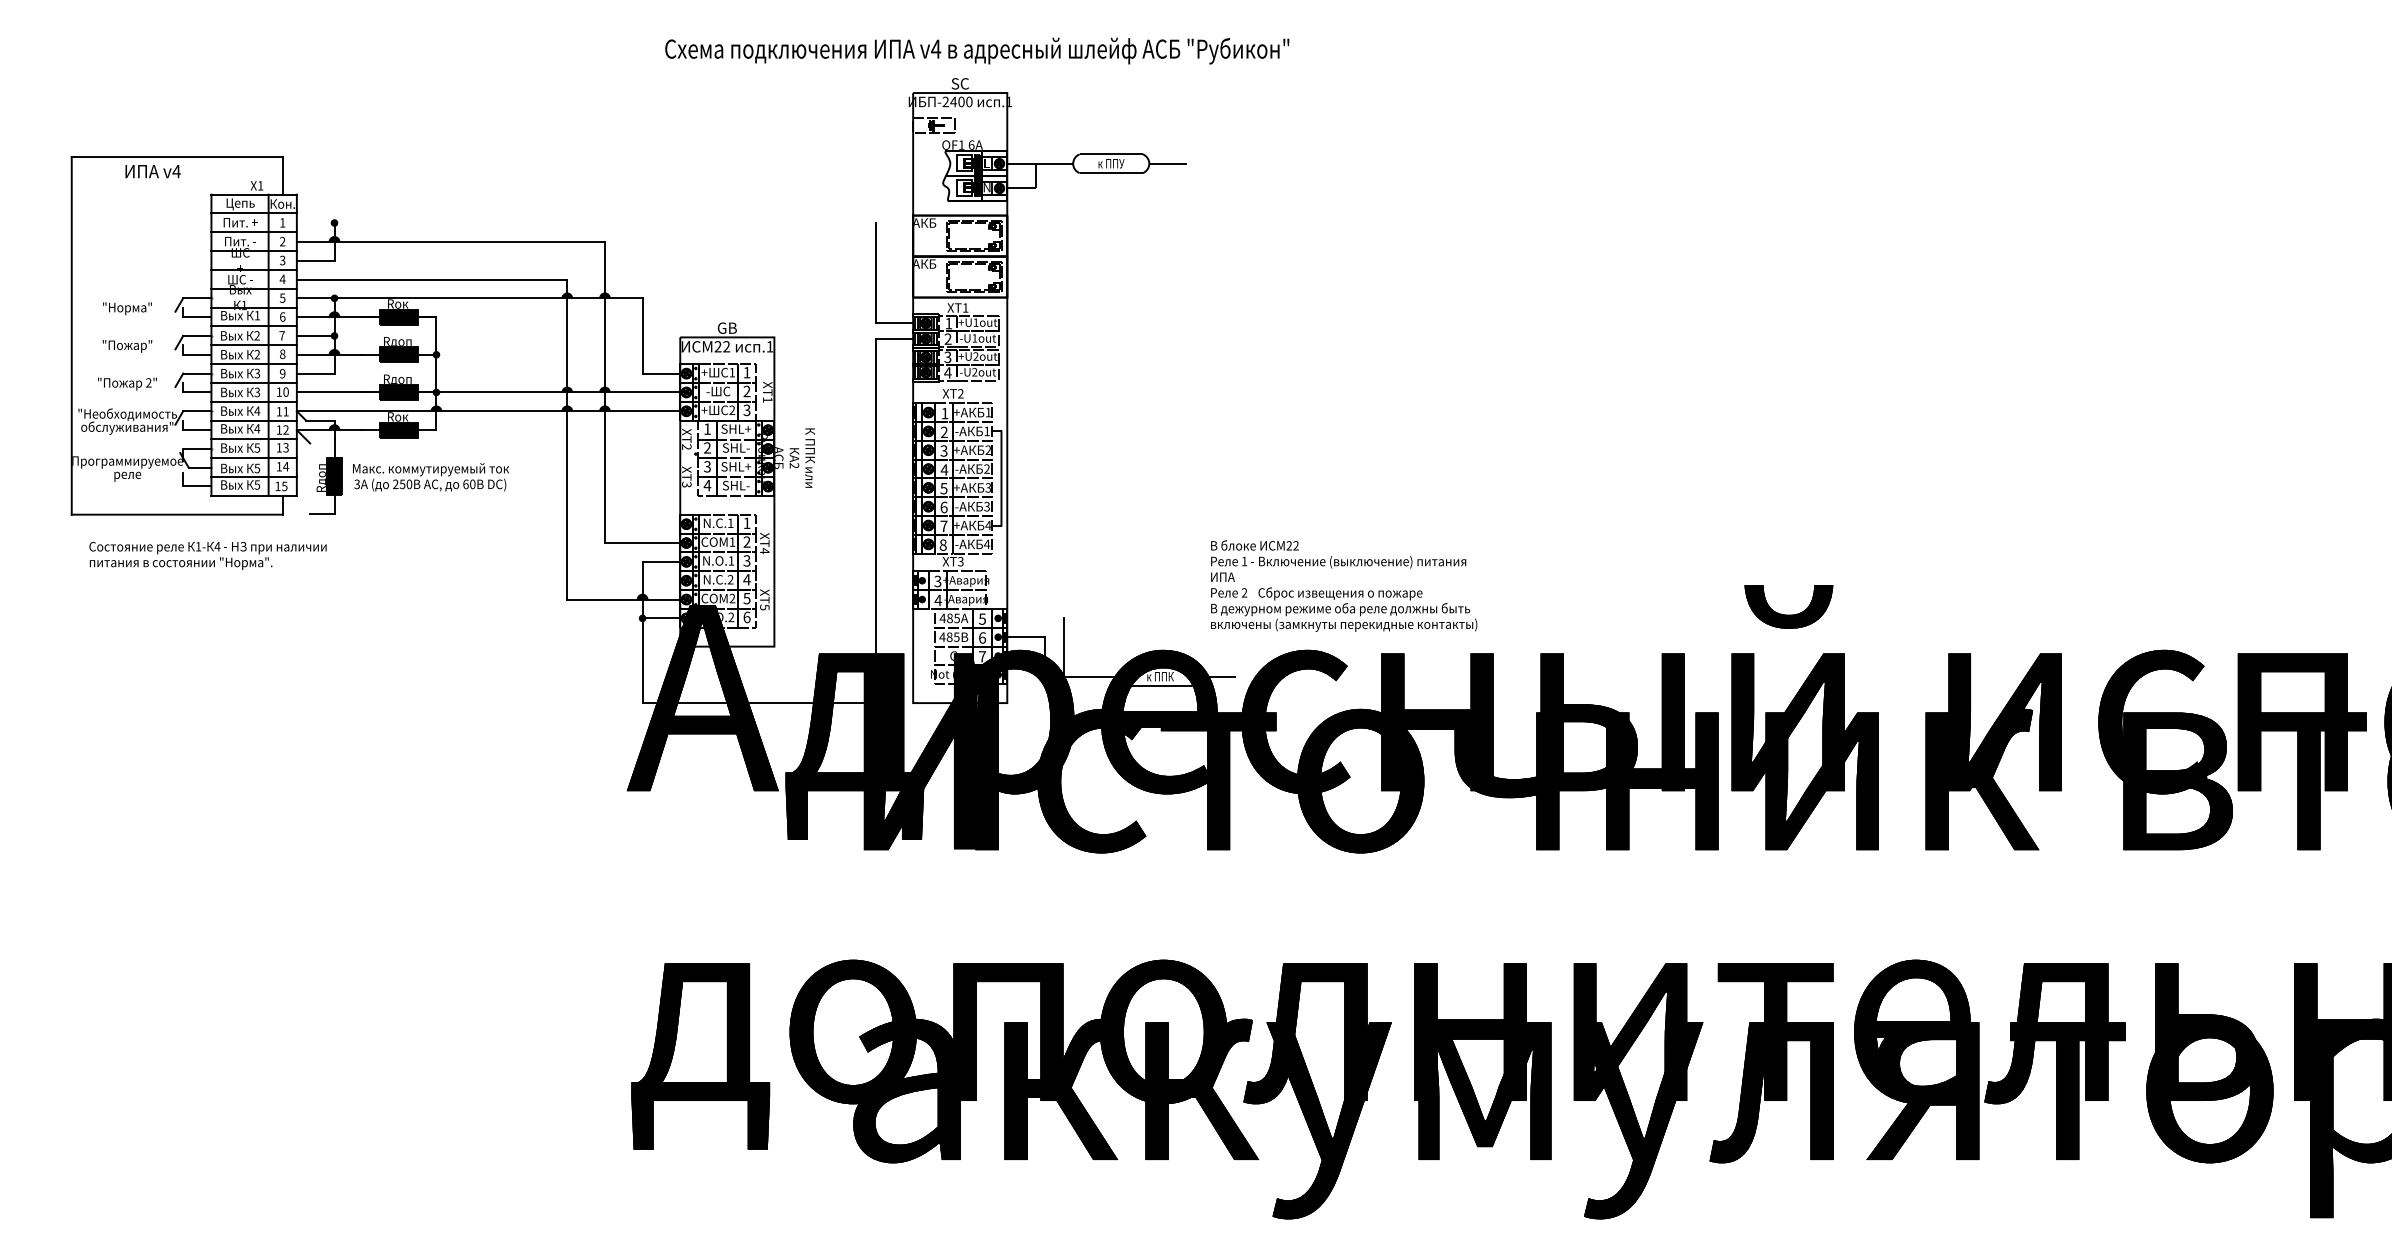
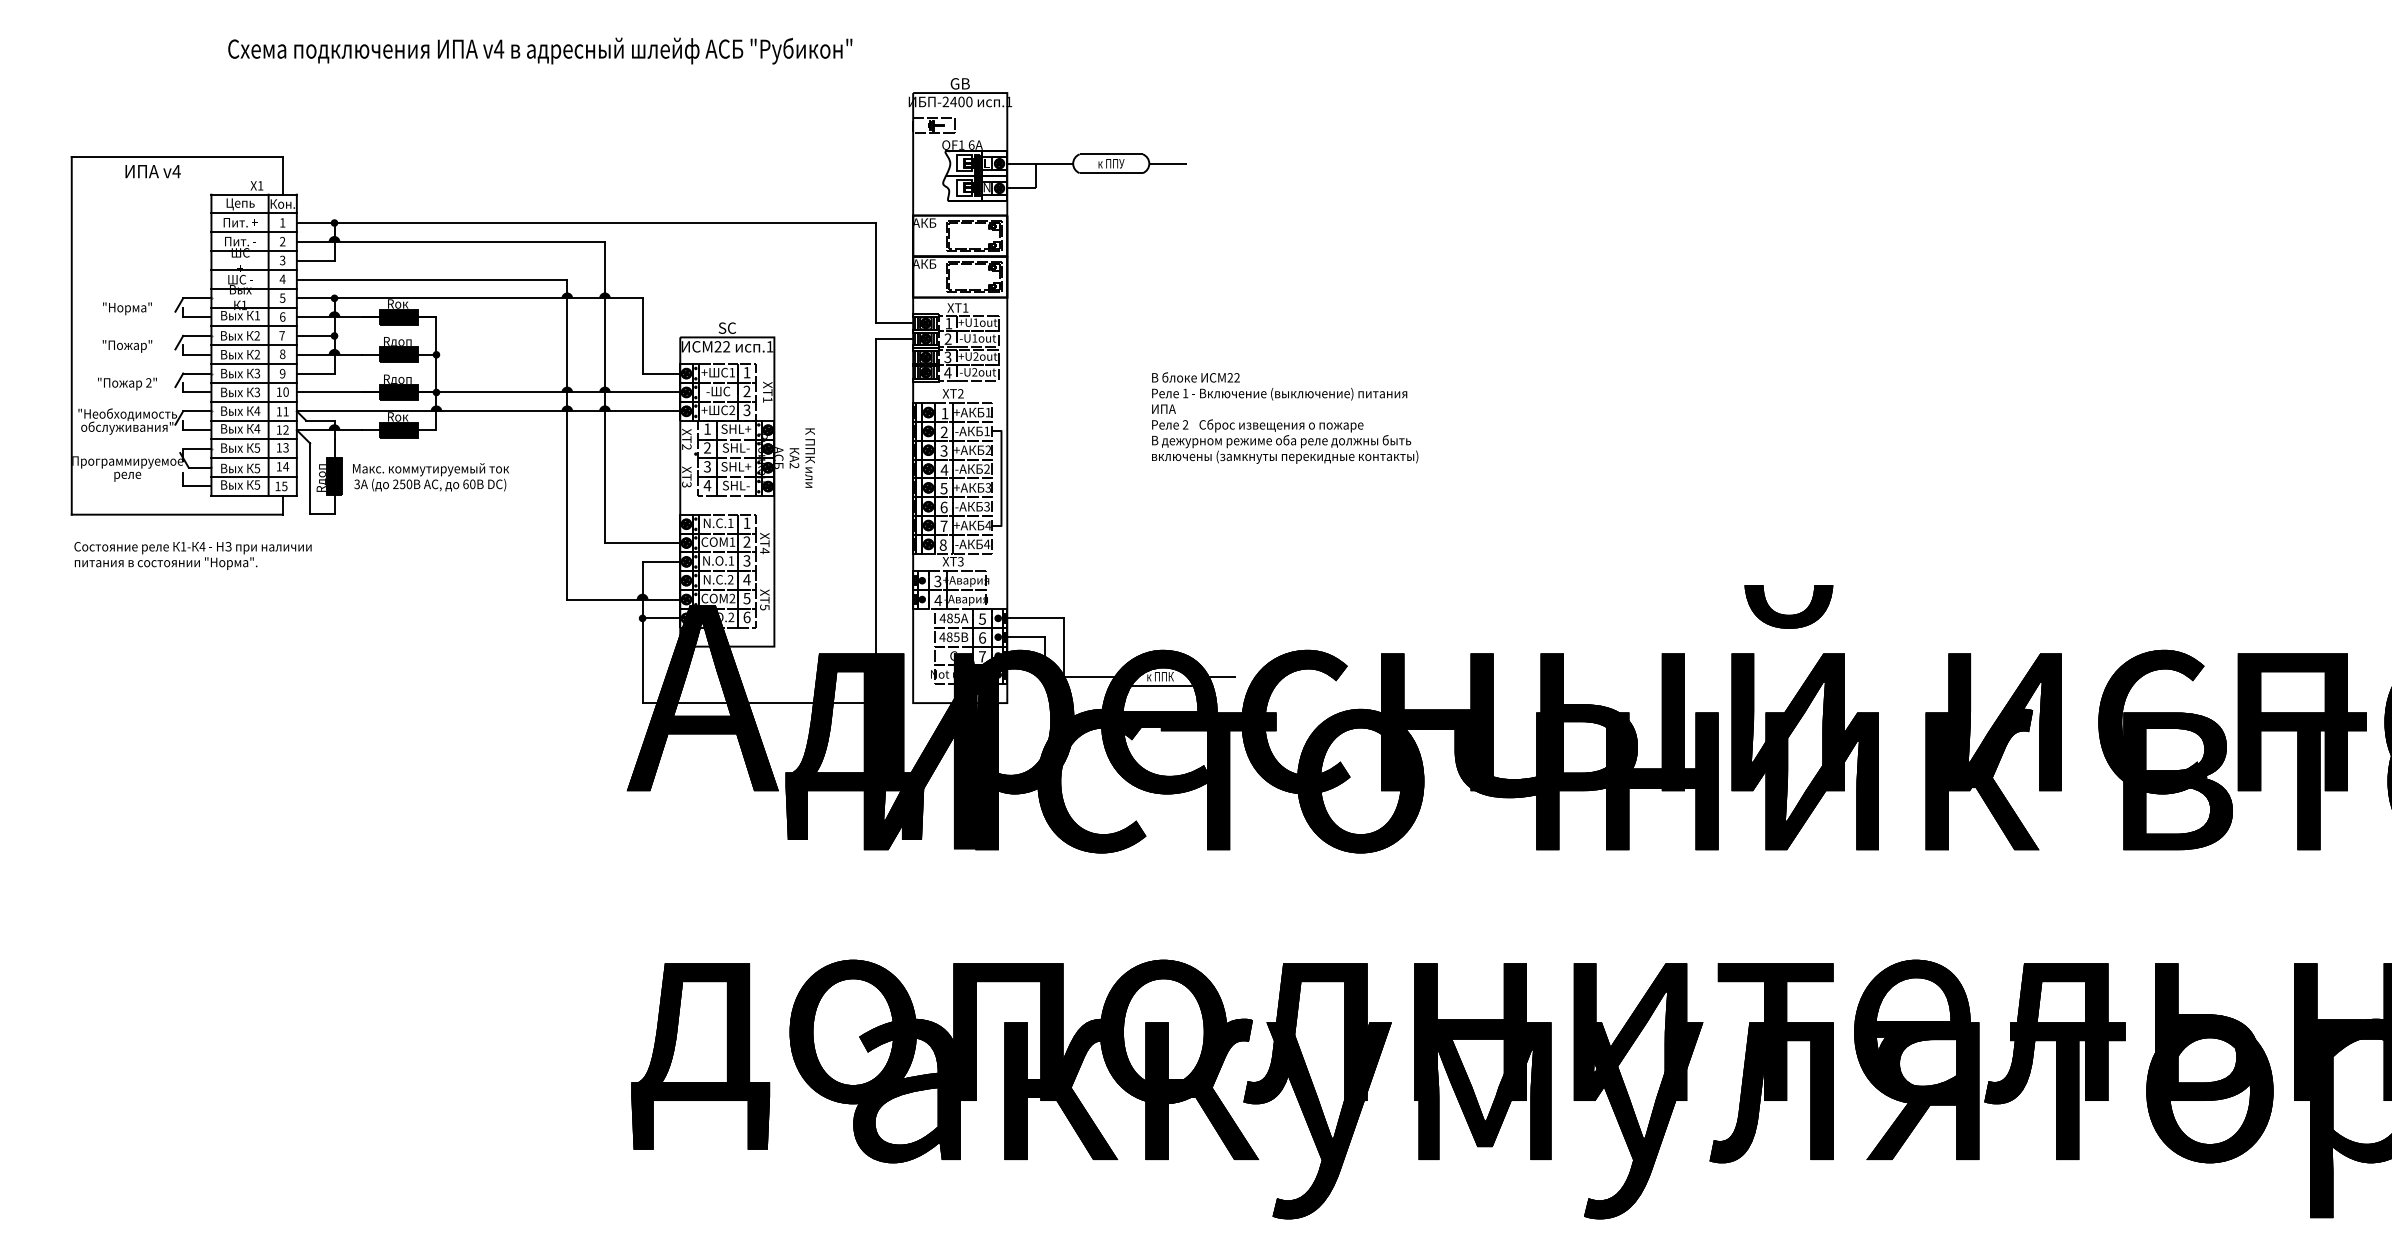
text at (977, 50) position: (977, 50) -> (540, 50)
text at (959, 83): SC -> GB
line at (585, 223): none -> present
text at (726, 327): GB -> SC
line at (310, 478): none -> present
text at (207, 555) position: (207, 555) -> (192, 555)
text at (1344, 585) position: (1344, 585) -> (1285, 417)
line at (1035, 618): none -> present
